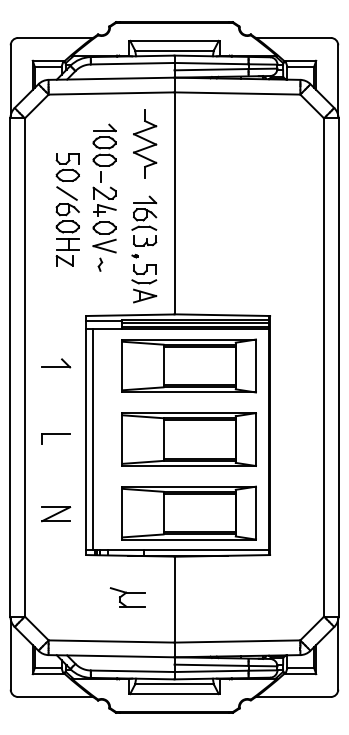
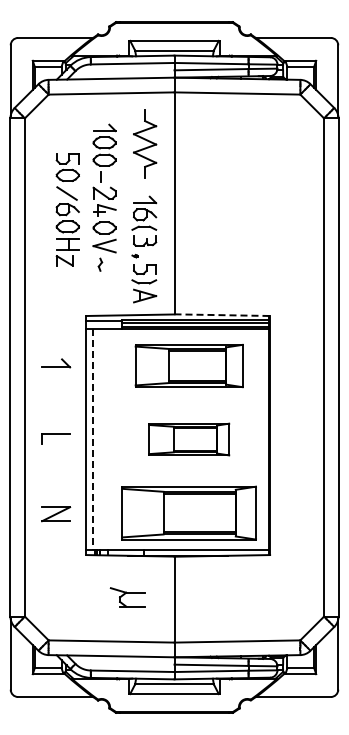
line at (222, 315): solid -> dashed
part at (188, 365) size: 136x56 px -> 110x45 px
part at (188, 439) size: 136x55 px -> 83x35 px
line at (92, 440): solid -> dashed
